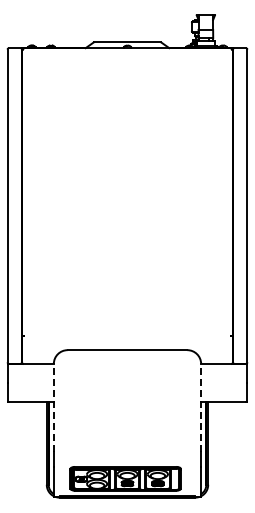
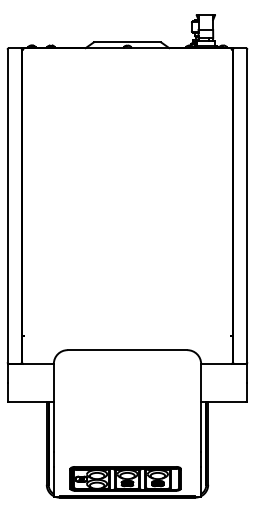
line at (53, 407): dashed -> solid
line at (201, 407): dashed -> solid
